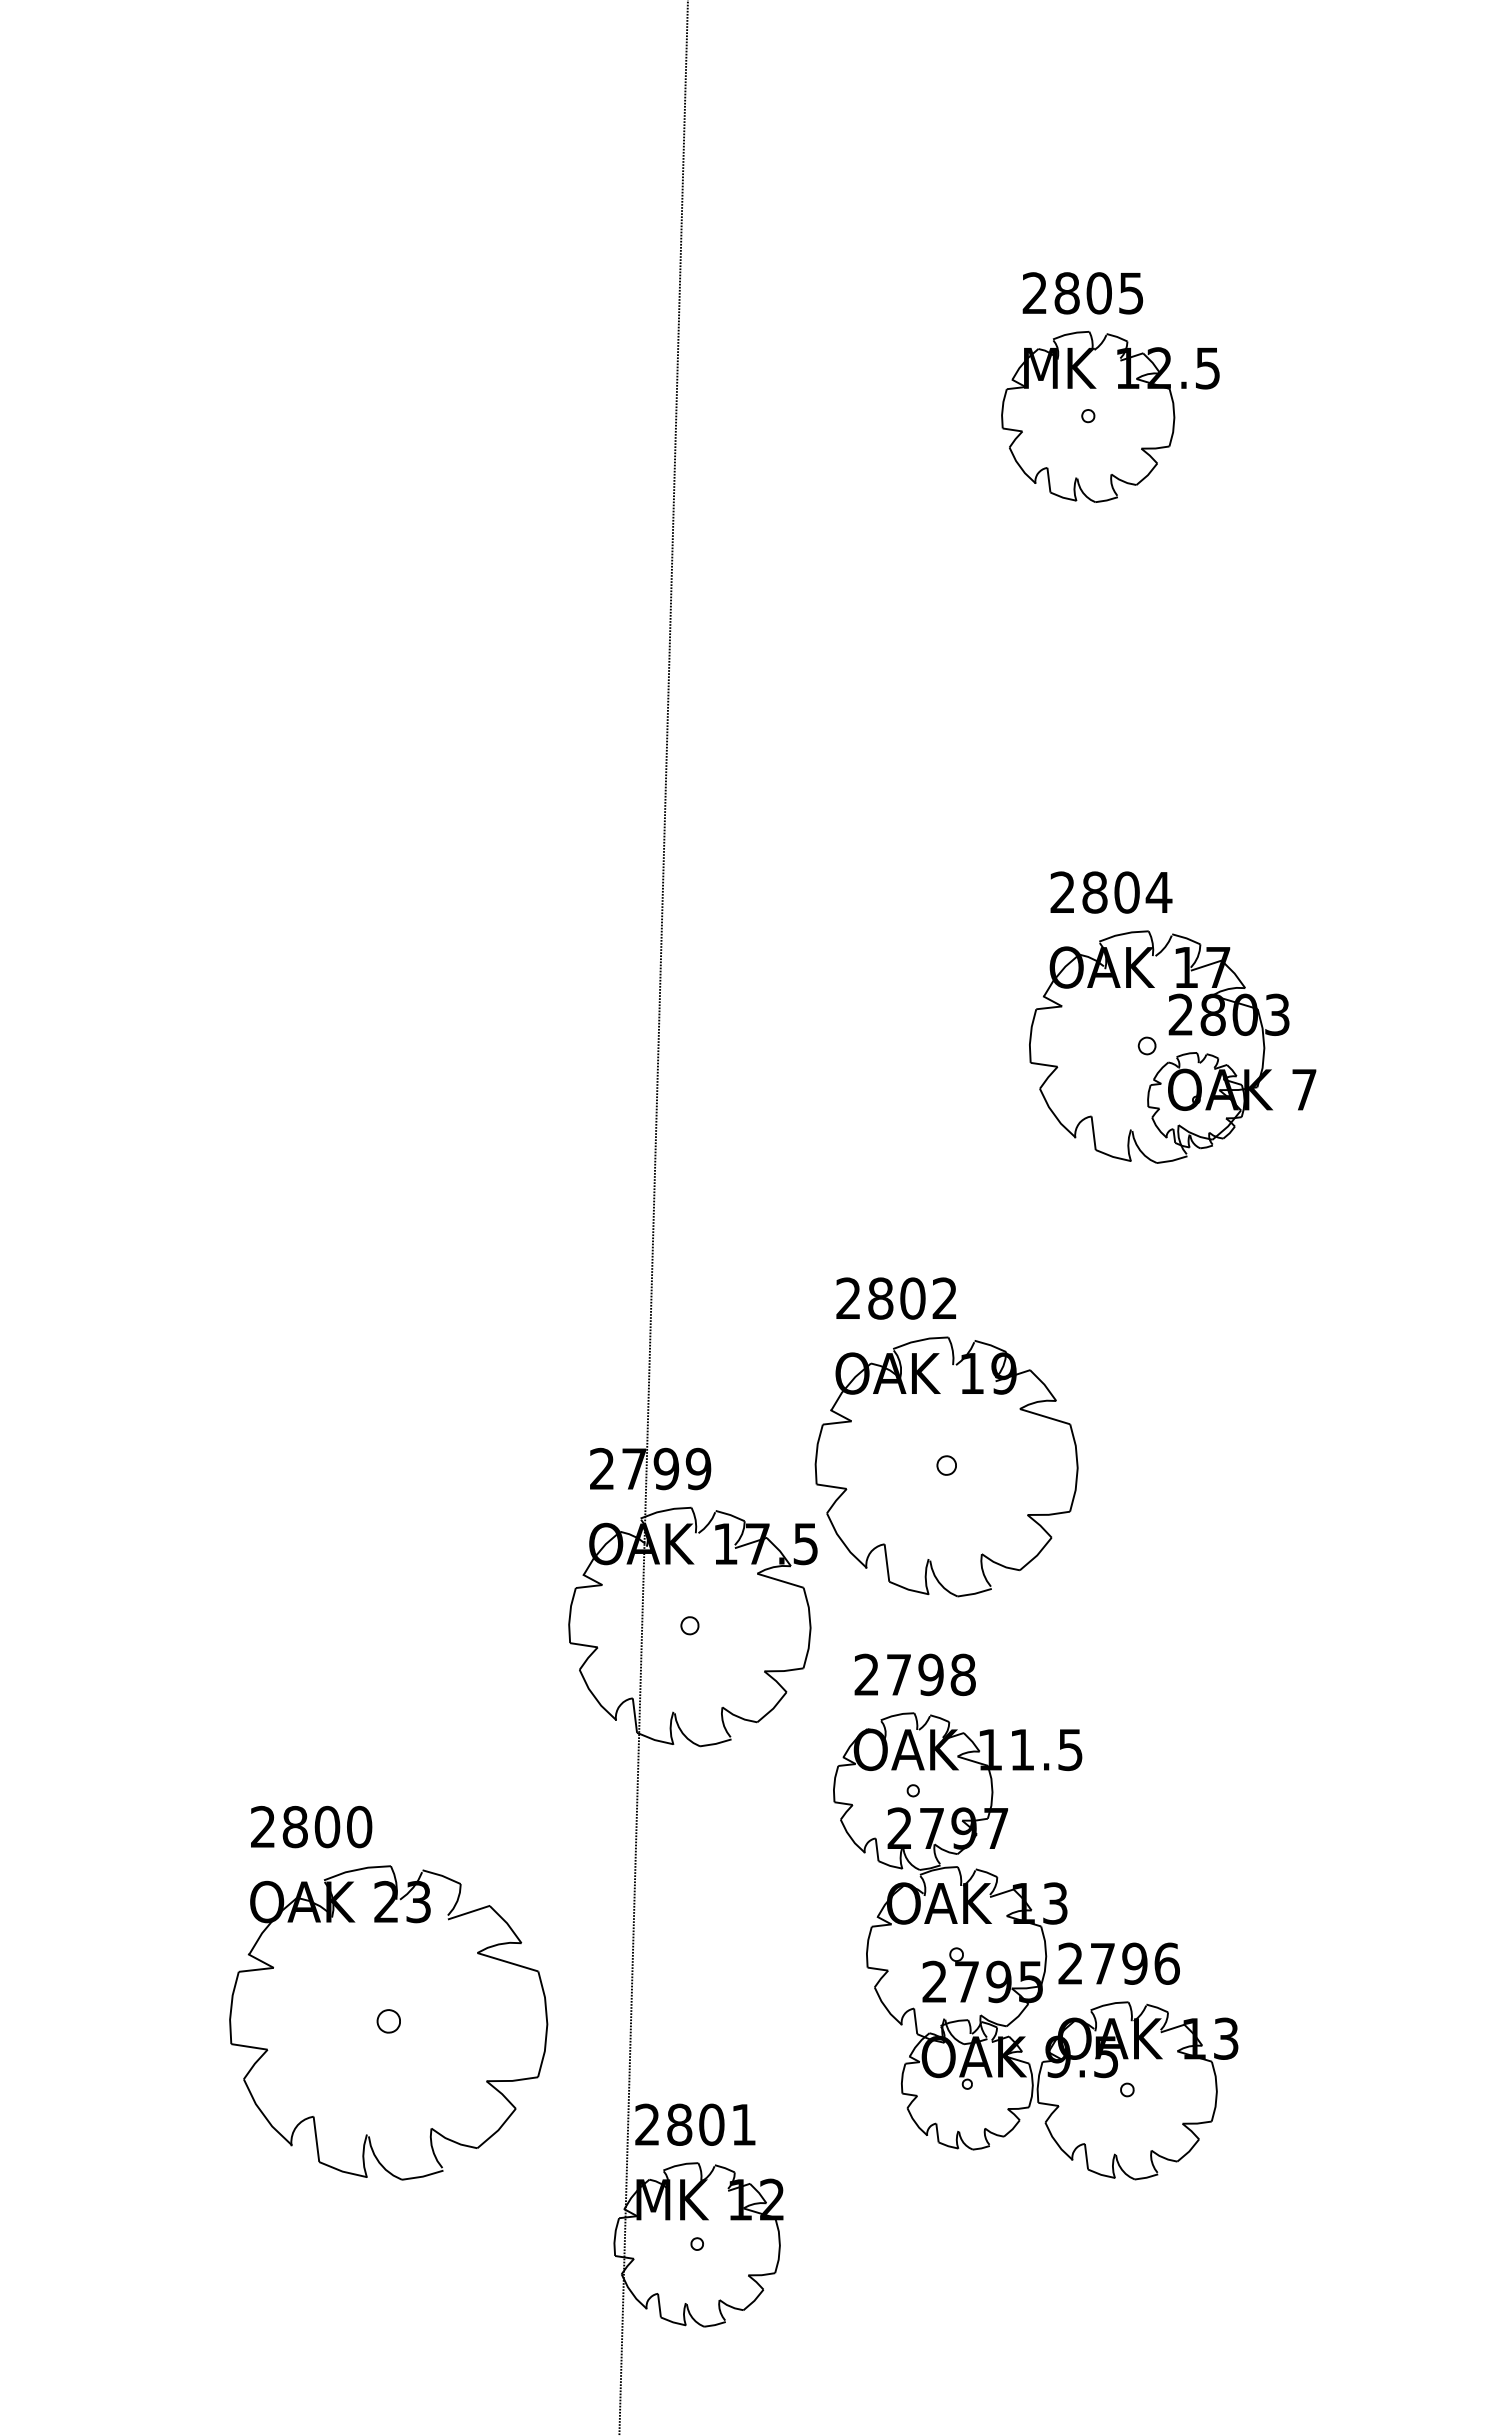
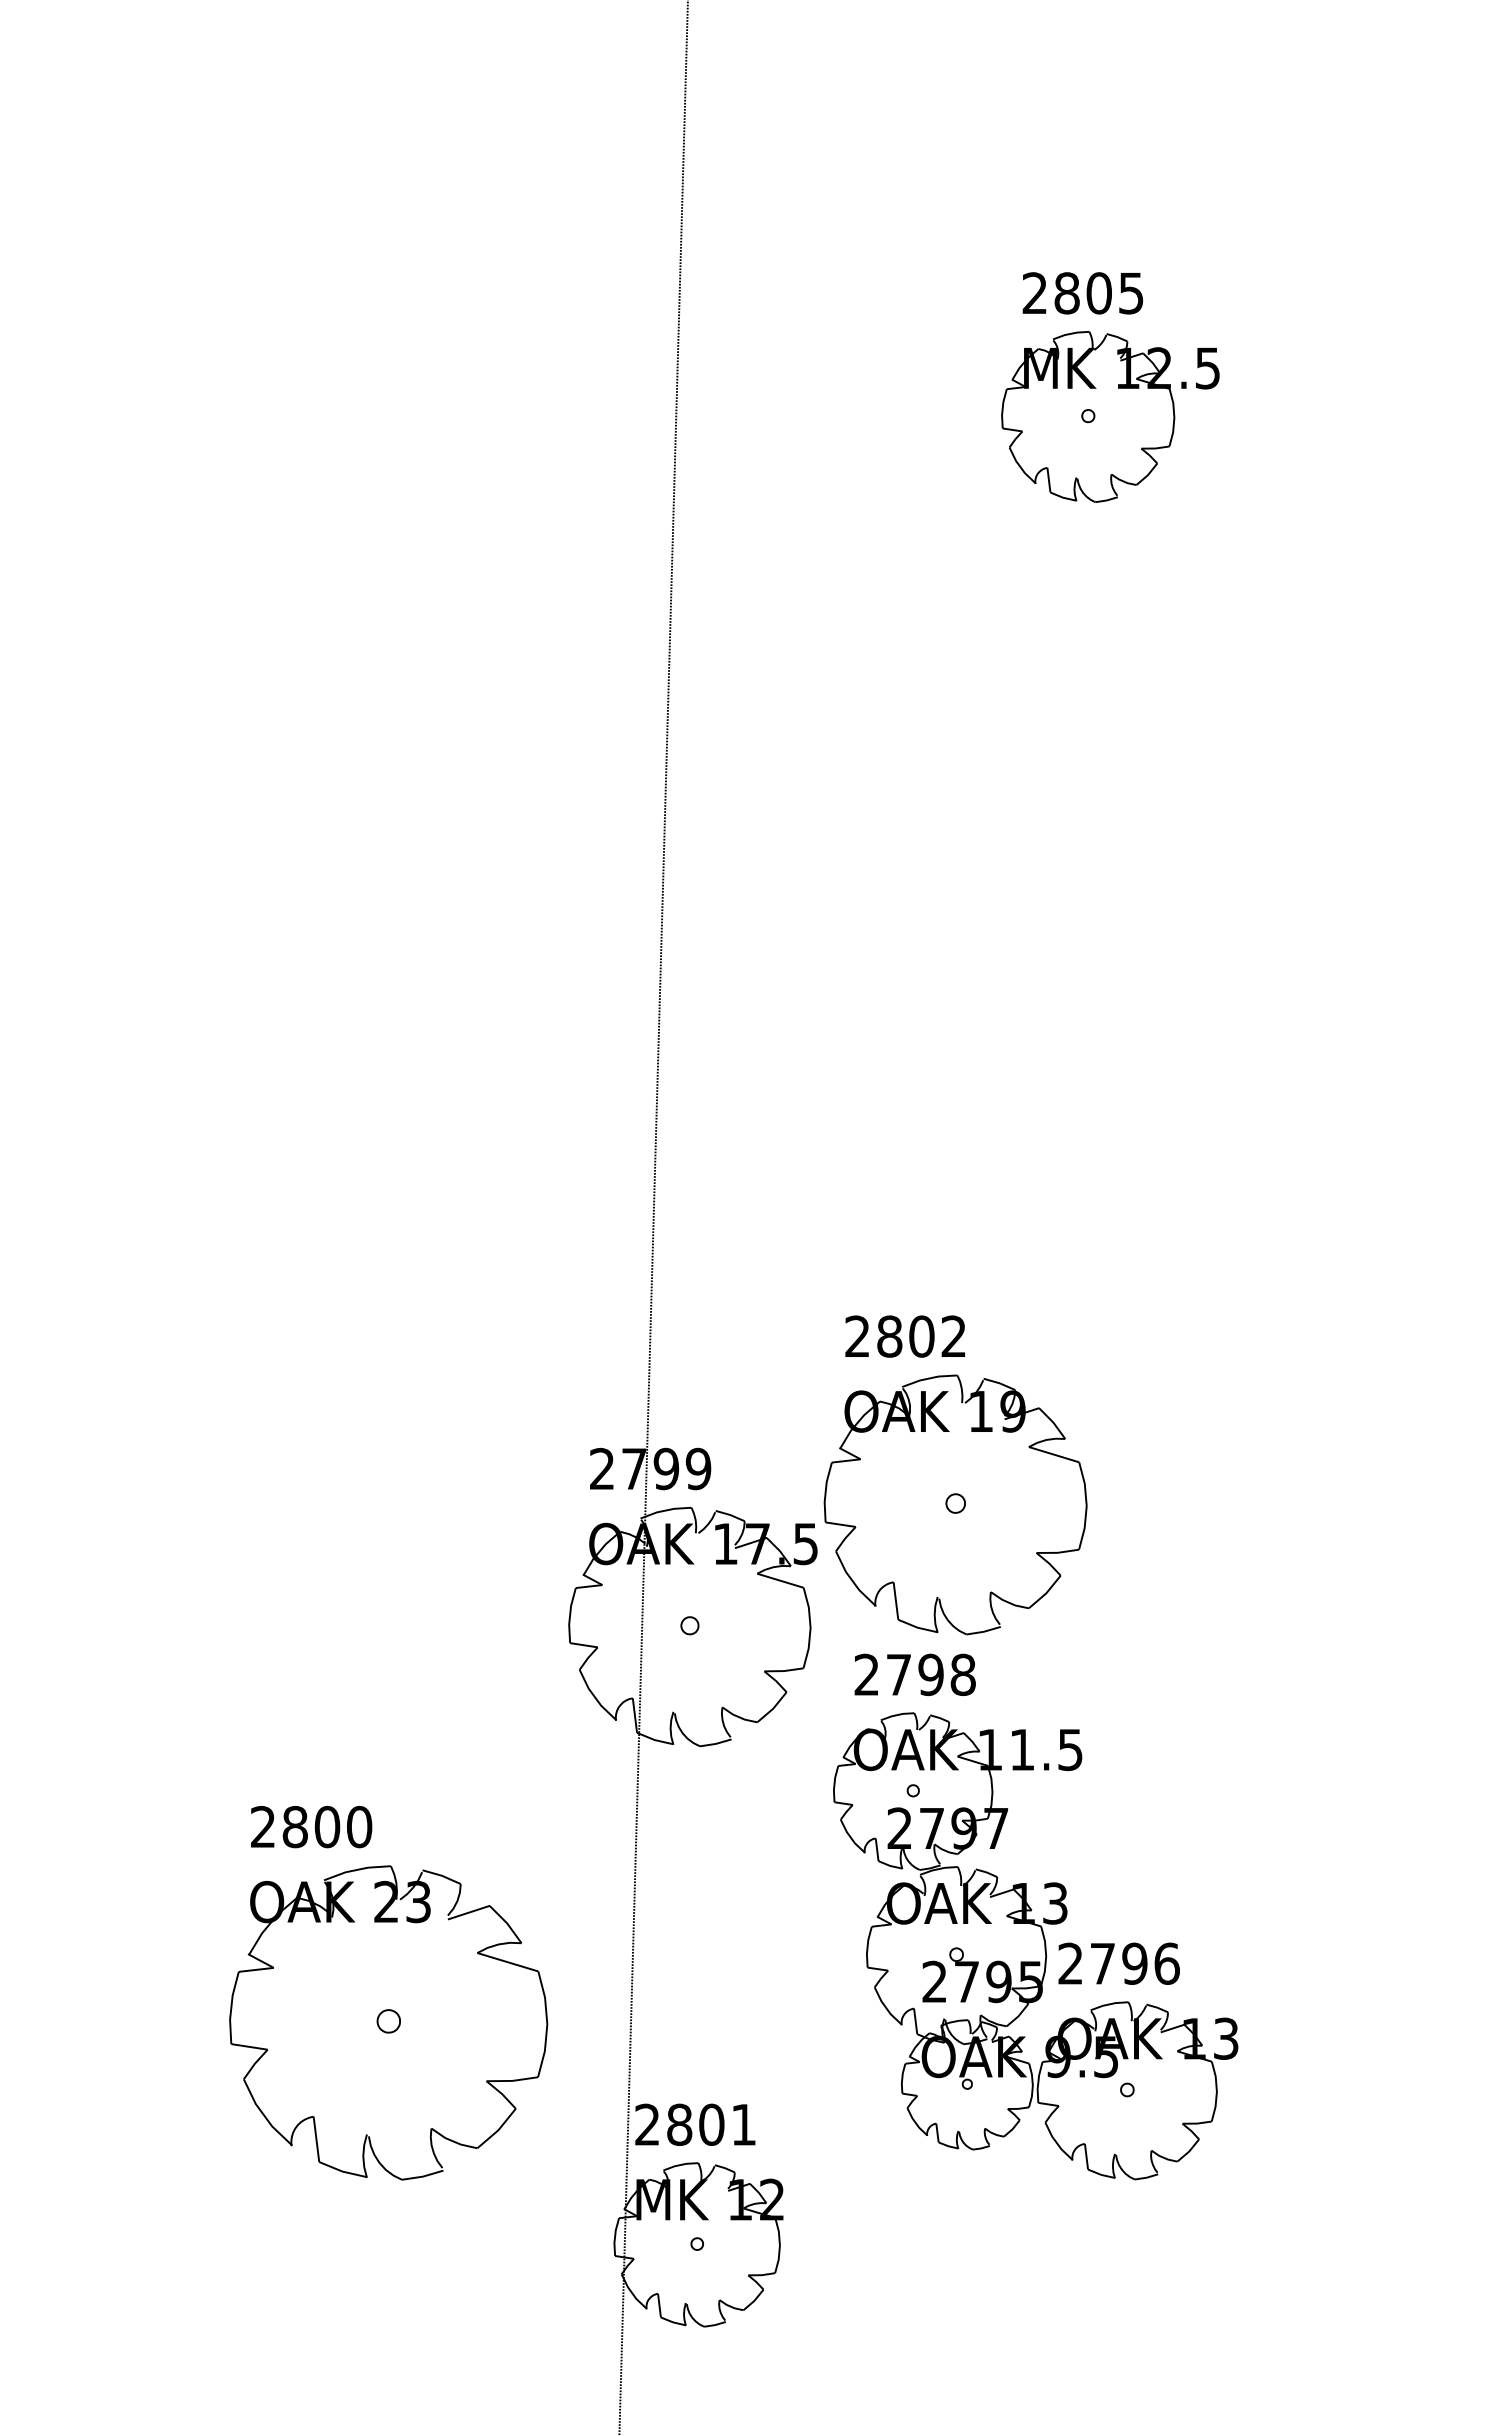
part at (1172, 1017): present -> none
part at (946, 1455) position: (946, 1455) -> (955, 1493)
